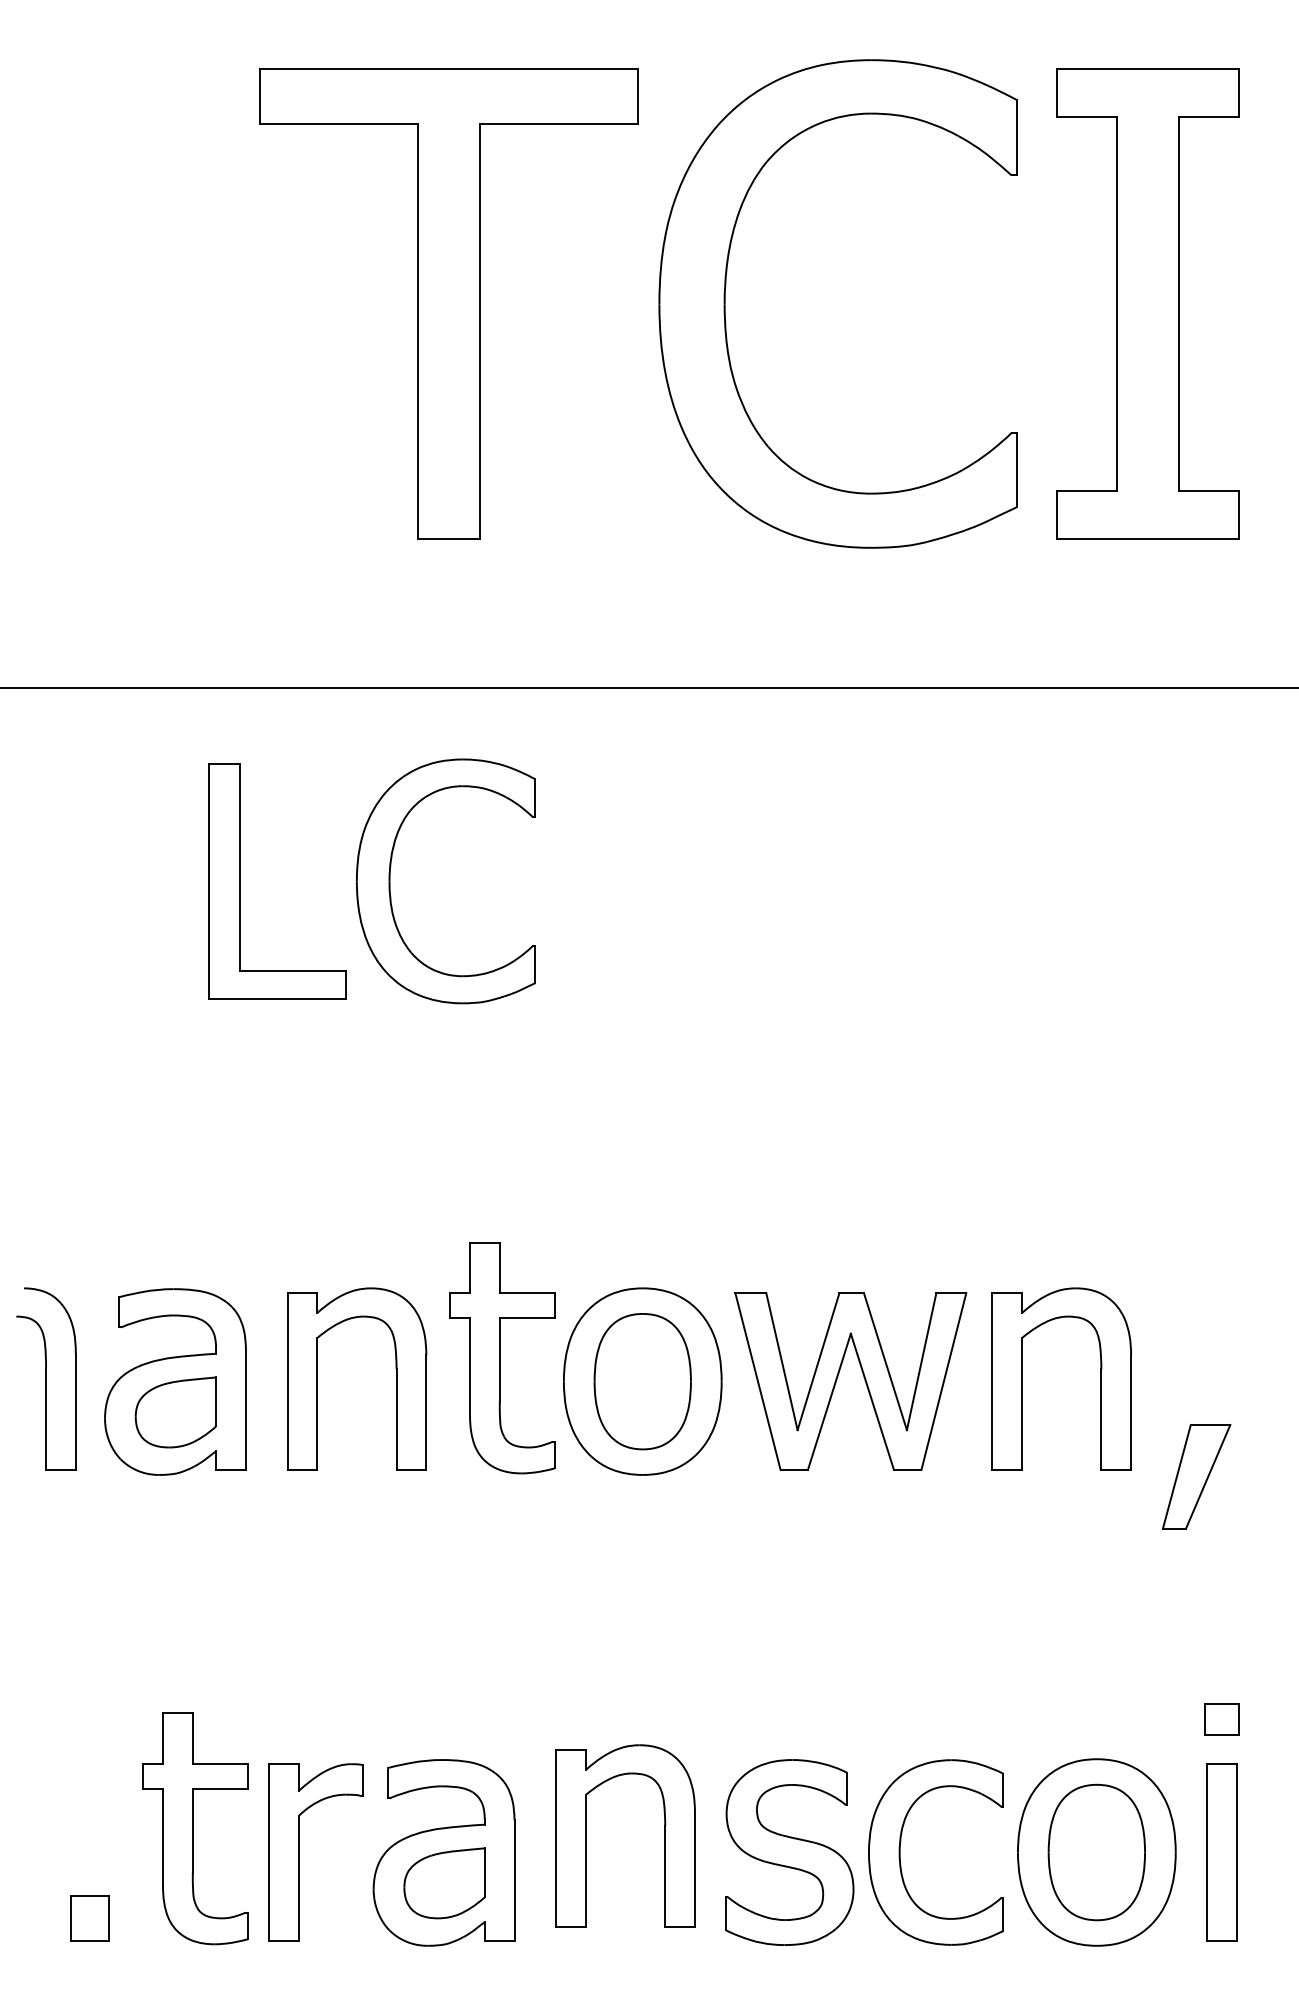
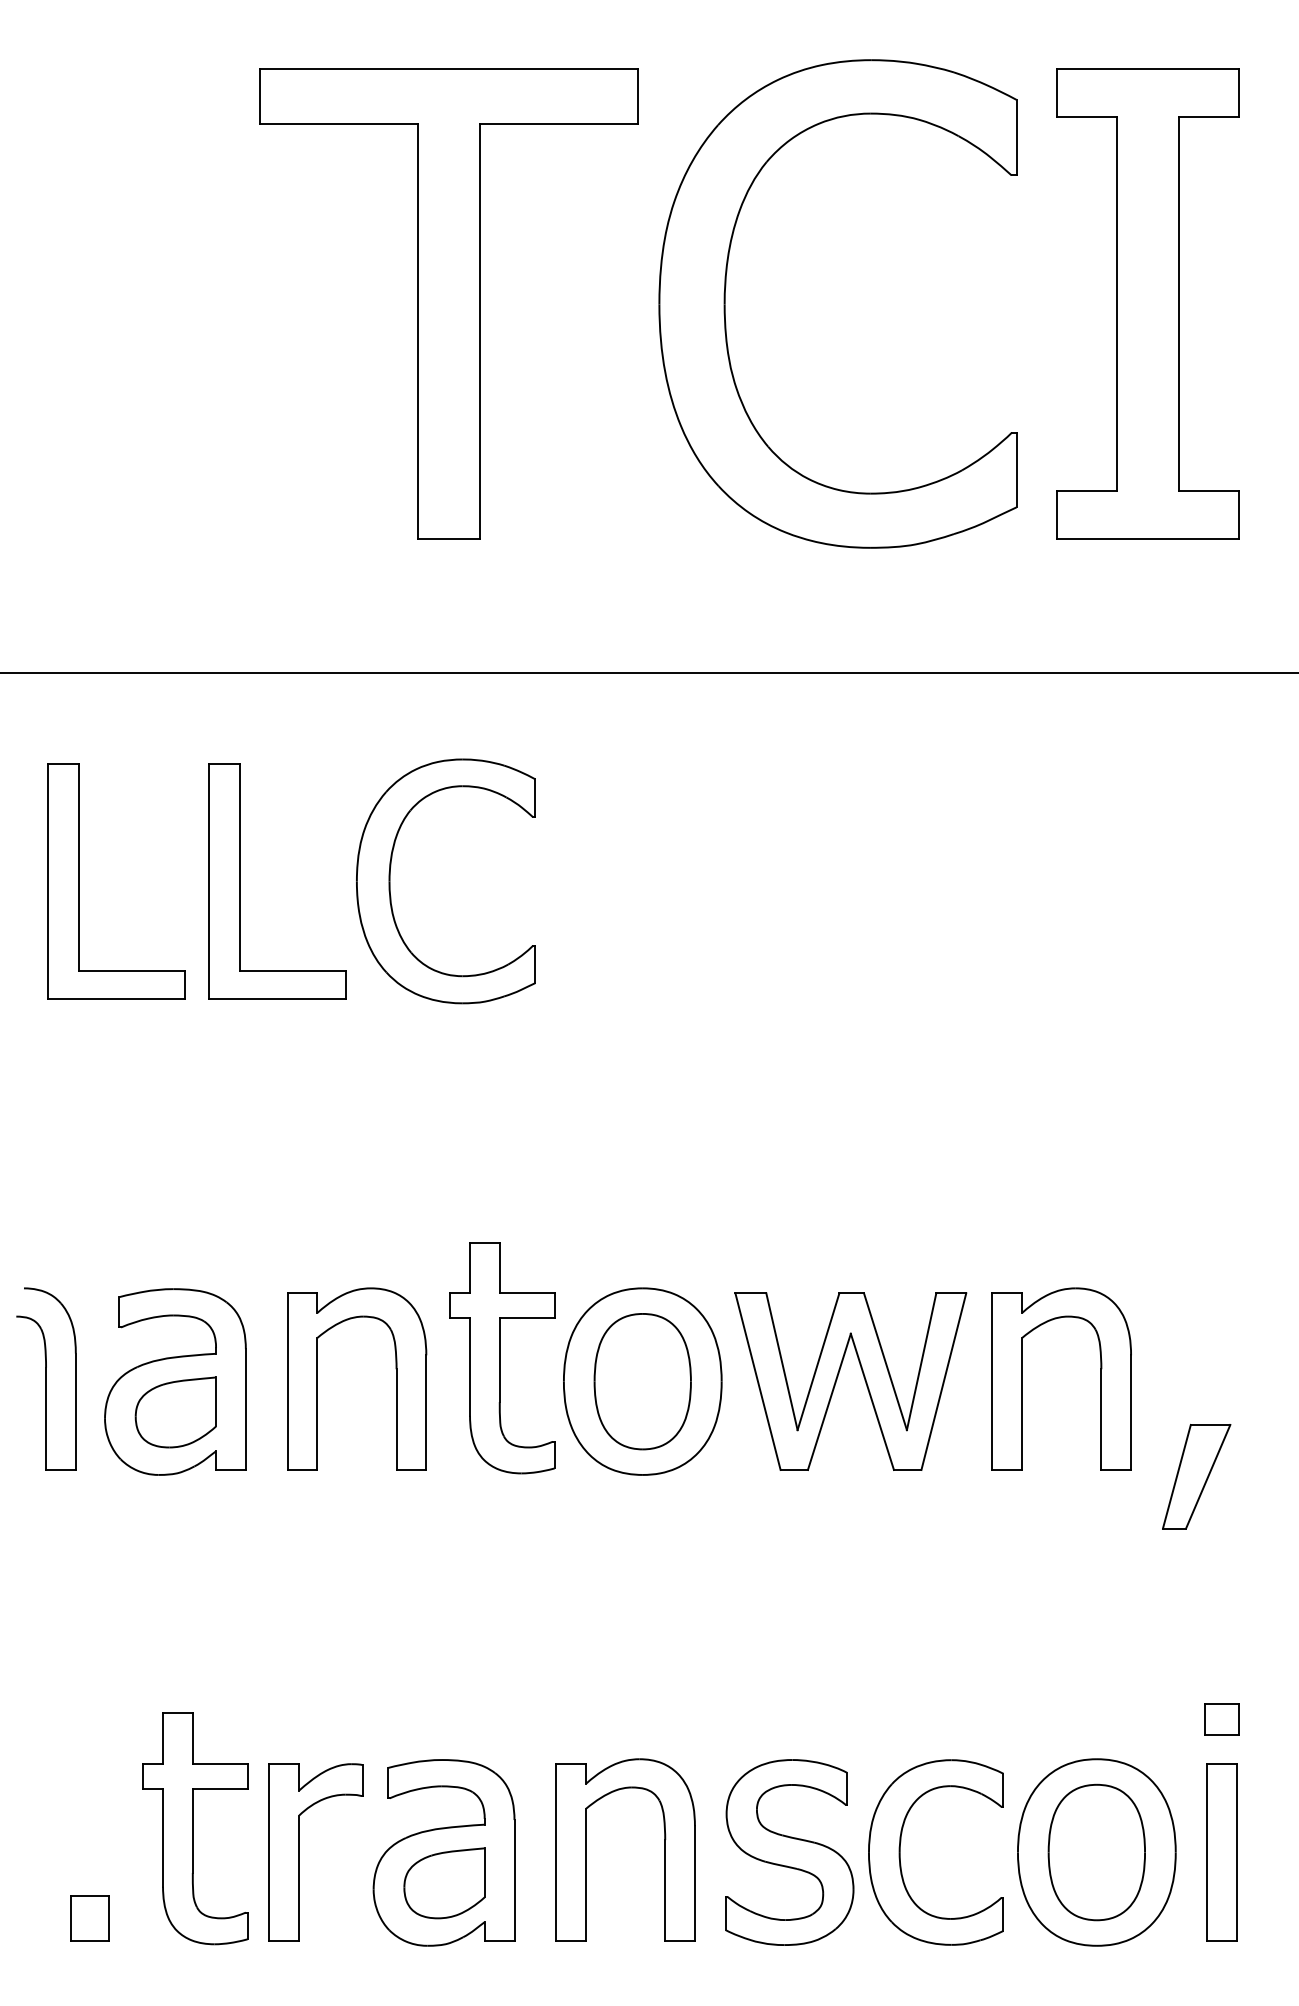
line at (648, 687) position: (648, 687) -> (648, 672)
part at (79, 881): none -> present
part at (586, 1835) position: (586, 1835) -> (586, 1849)
